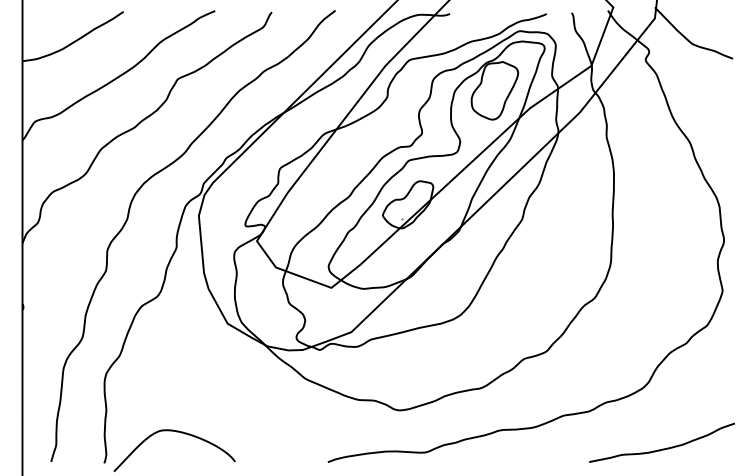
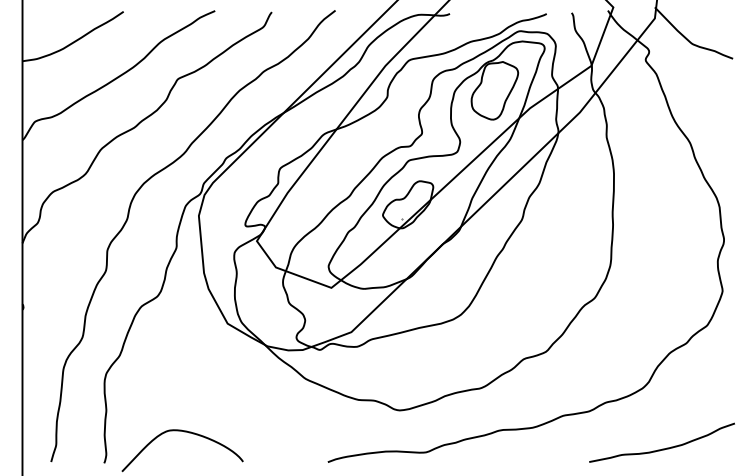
curve at (176, 432) position: (176, 432) -> (184, 432)
